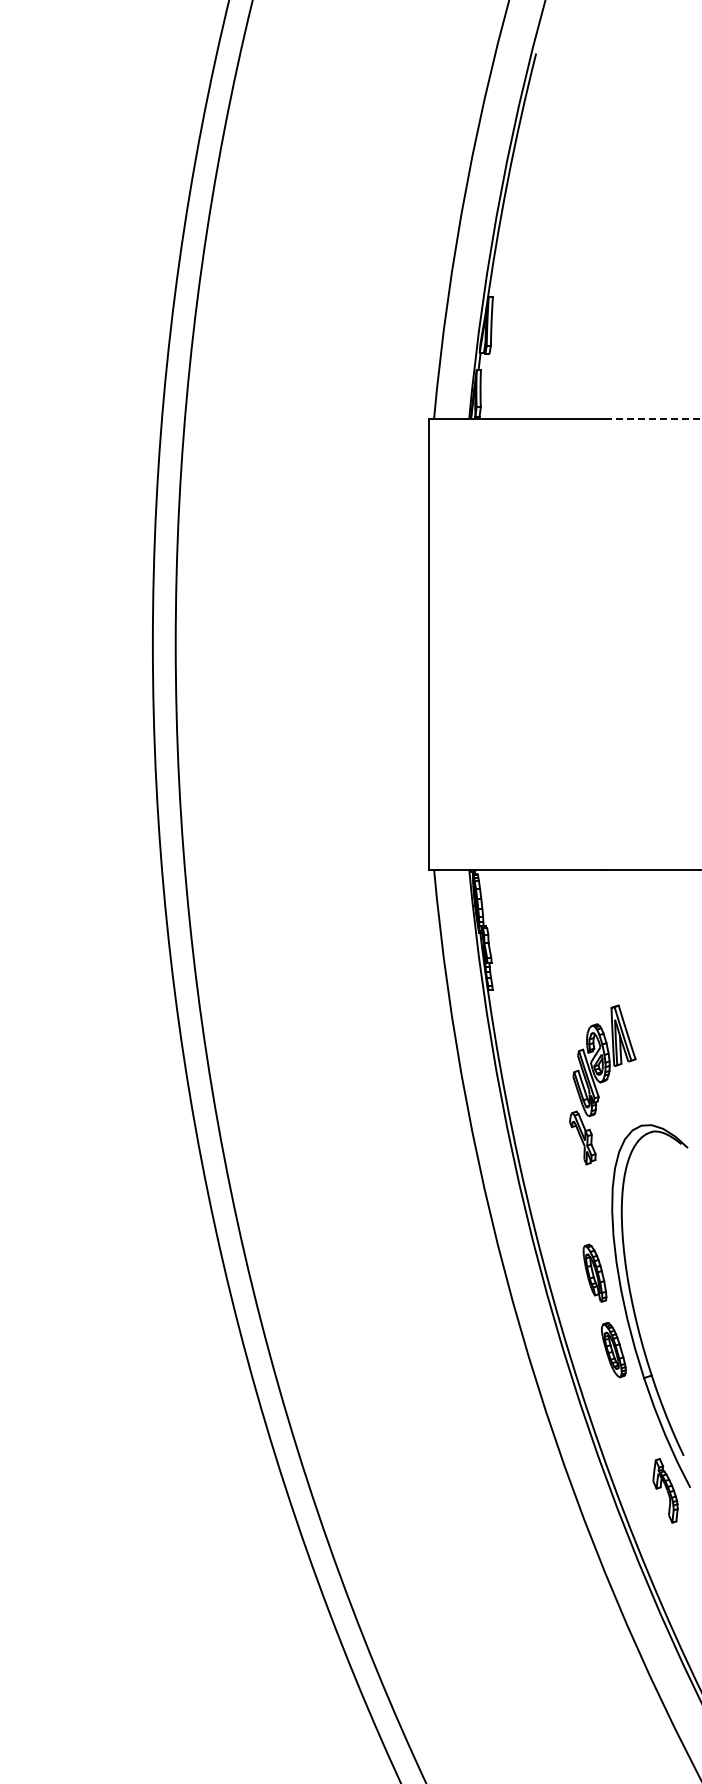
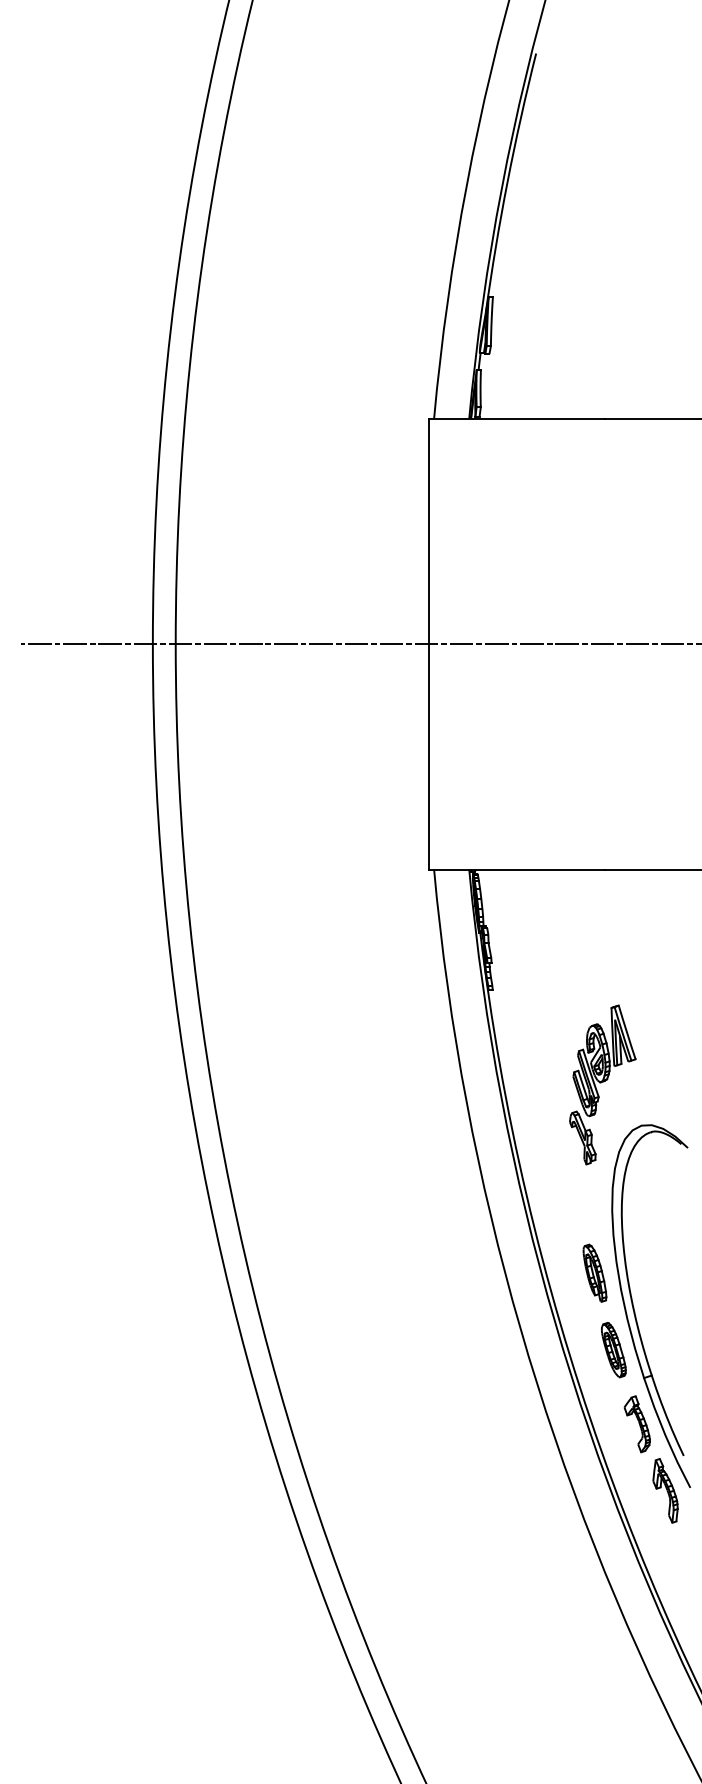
line at (653, 418): dashed -> solid
line at (359, 644): none -> present
part at (636, 1424): none -> present
